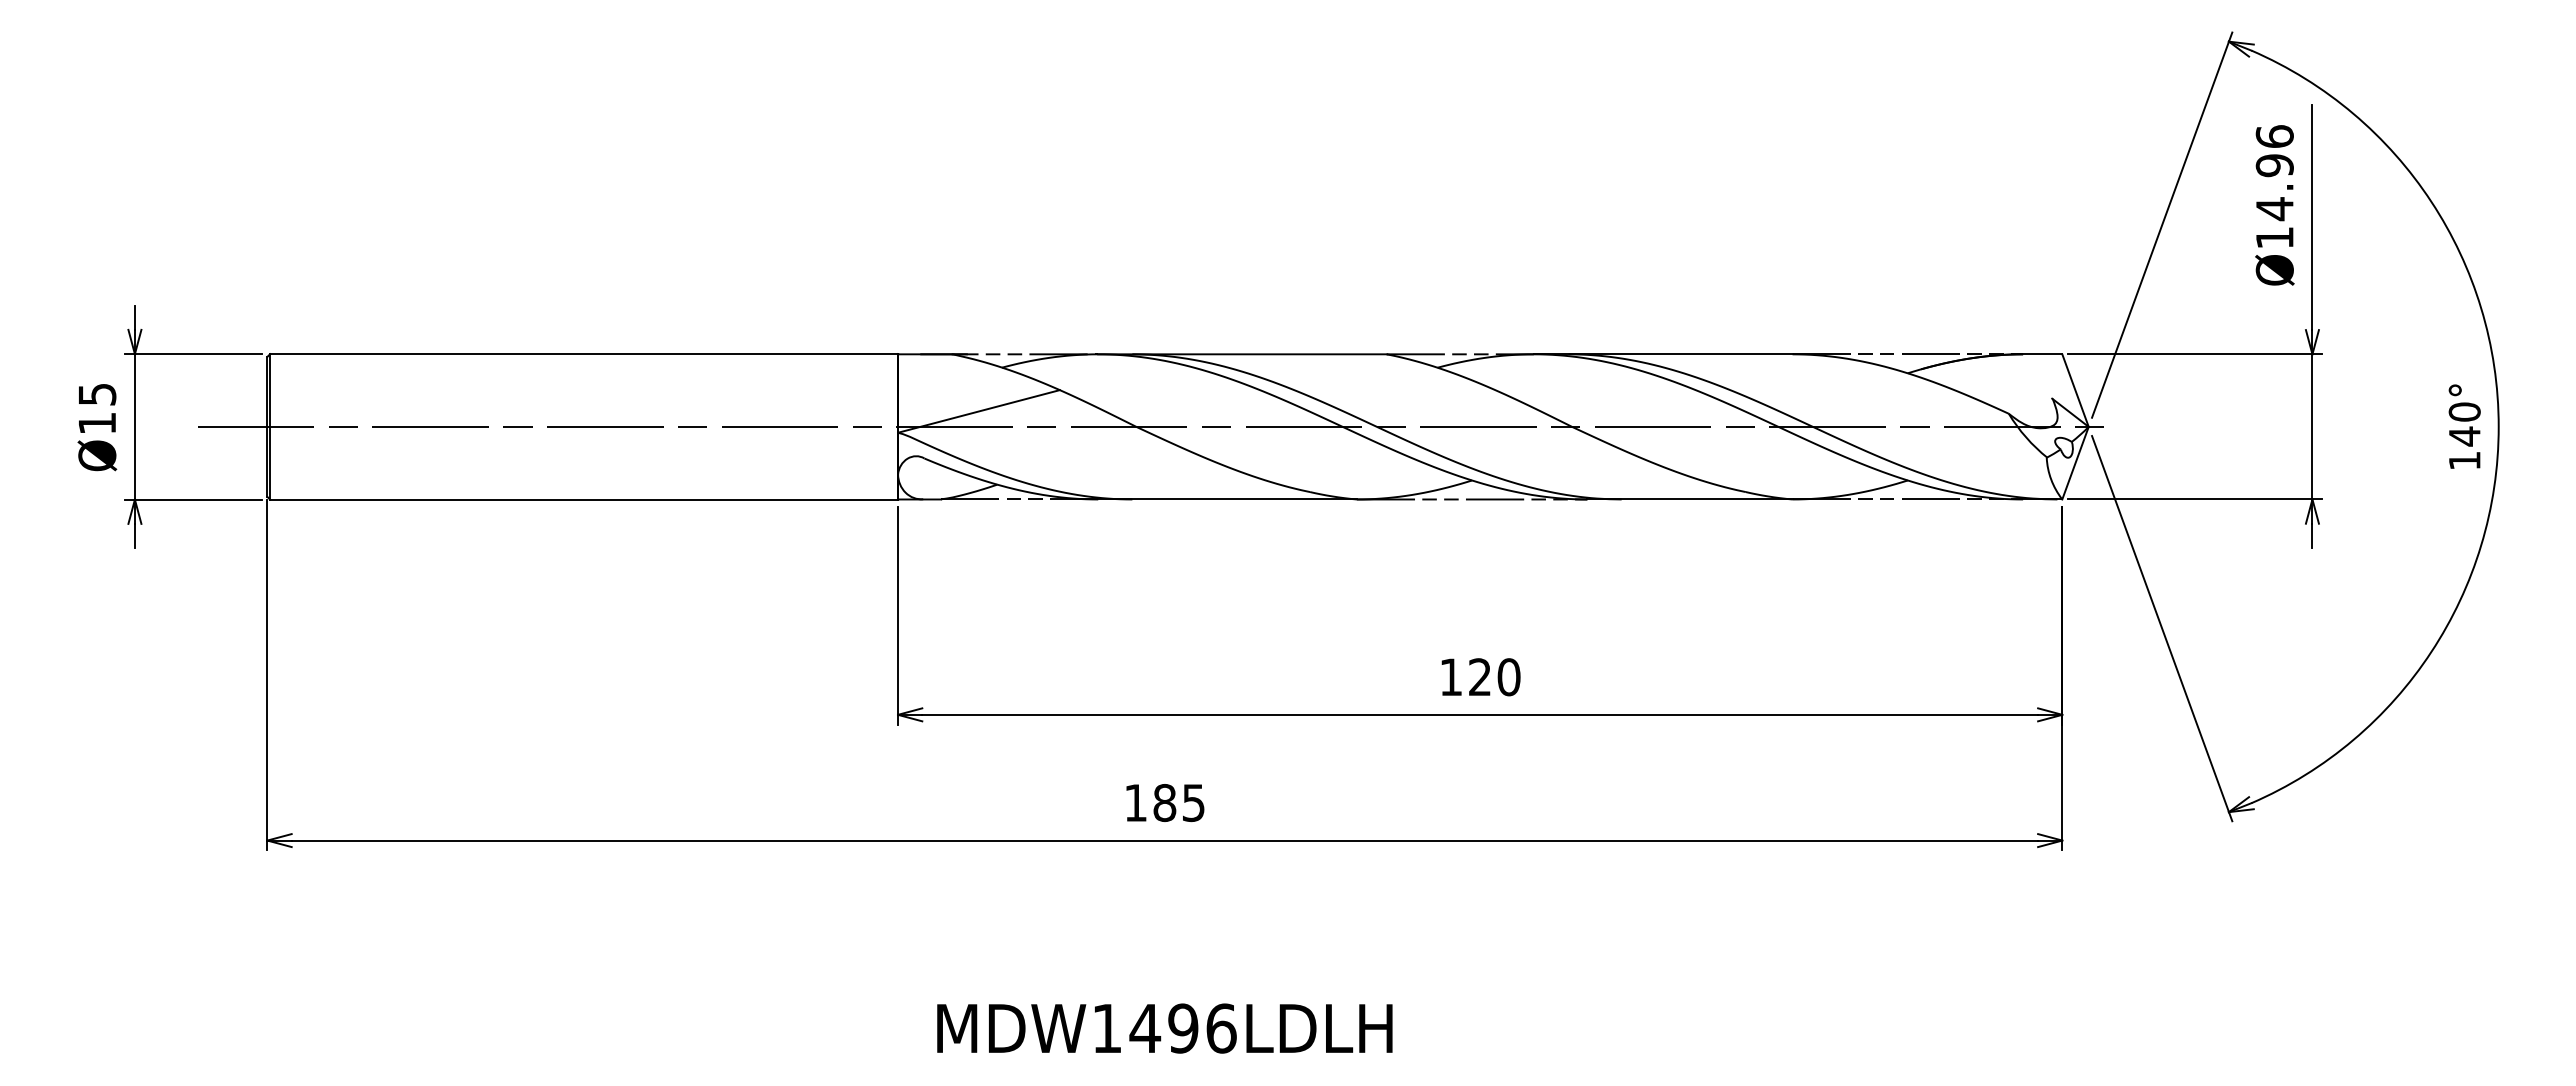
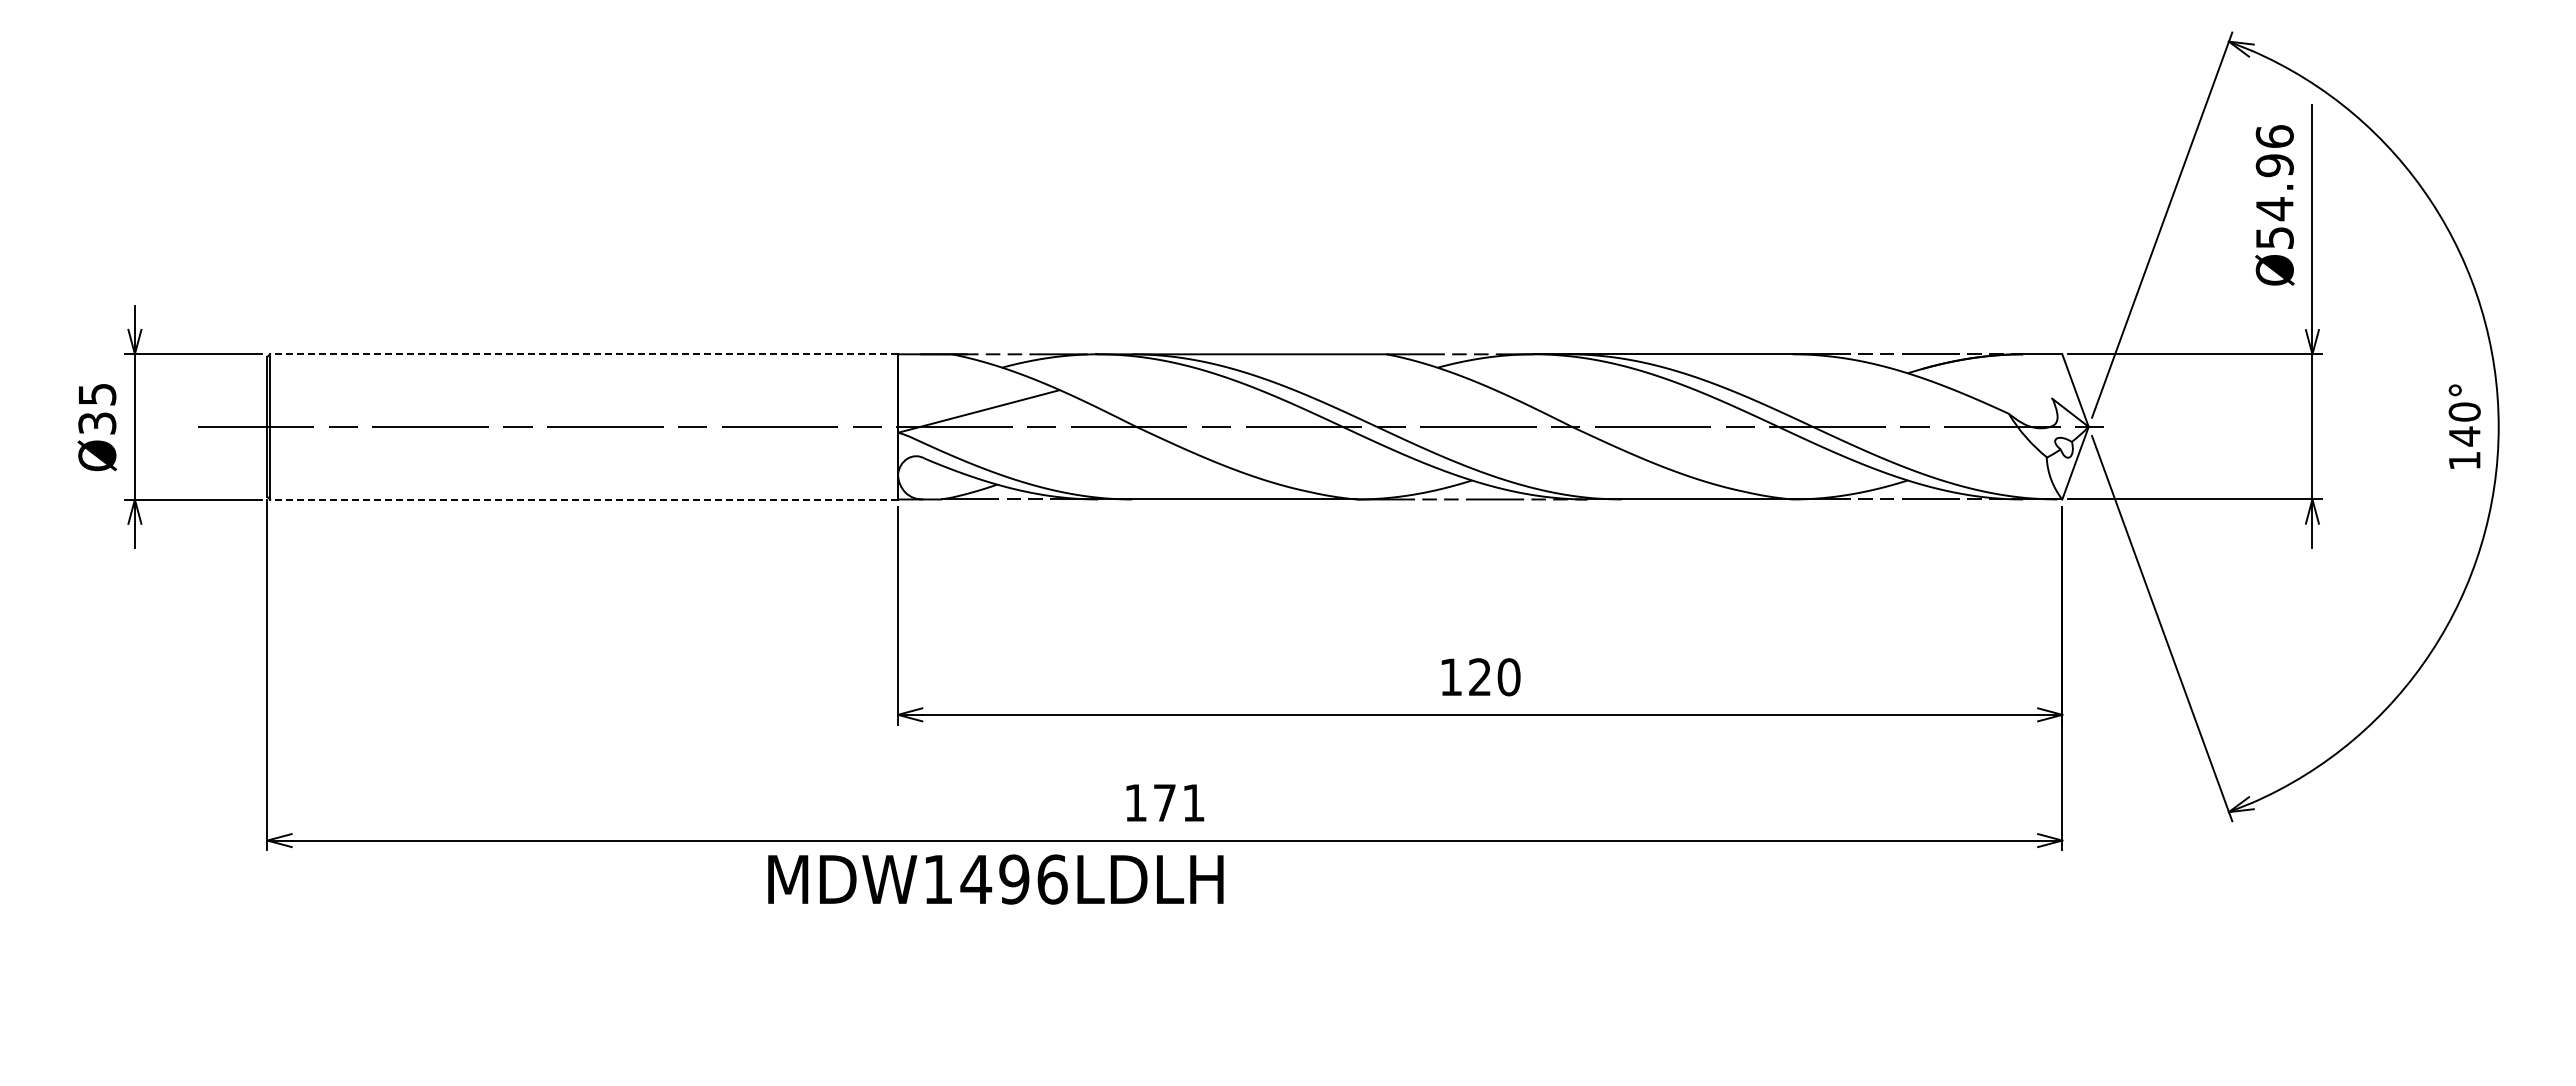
text at (2274, 237): Ø14.96 -> Ø54.96
line at (584, 354): solid -> dashed
text at (97, 423): Ø15 -> Ø35
line at (584, 499): solid -> dashed
text at (1178, 803): 185 -> 171
text at (1164, 1028) position: (1164, 1028) -> (995, 879)
